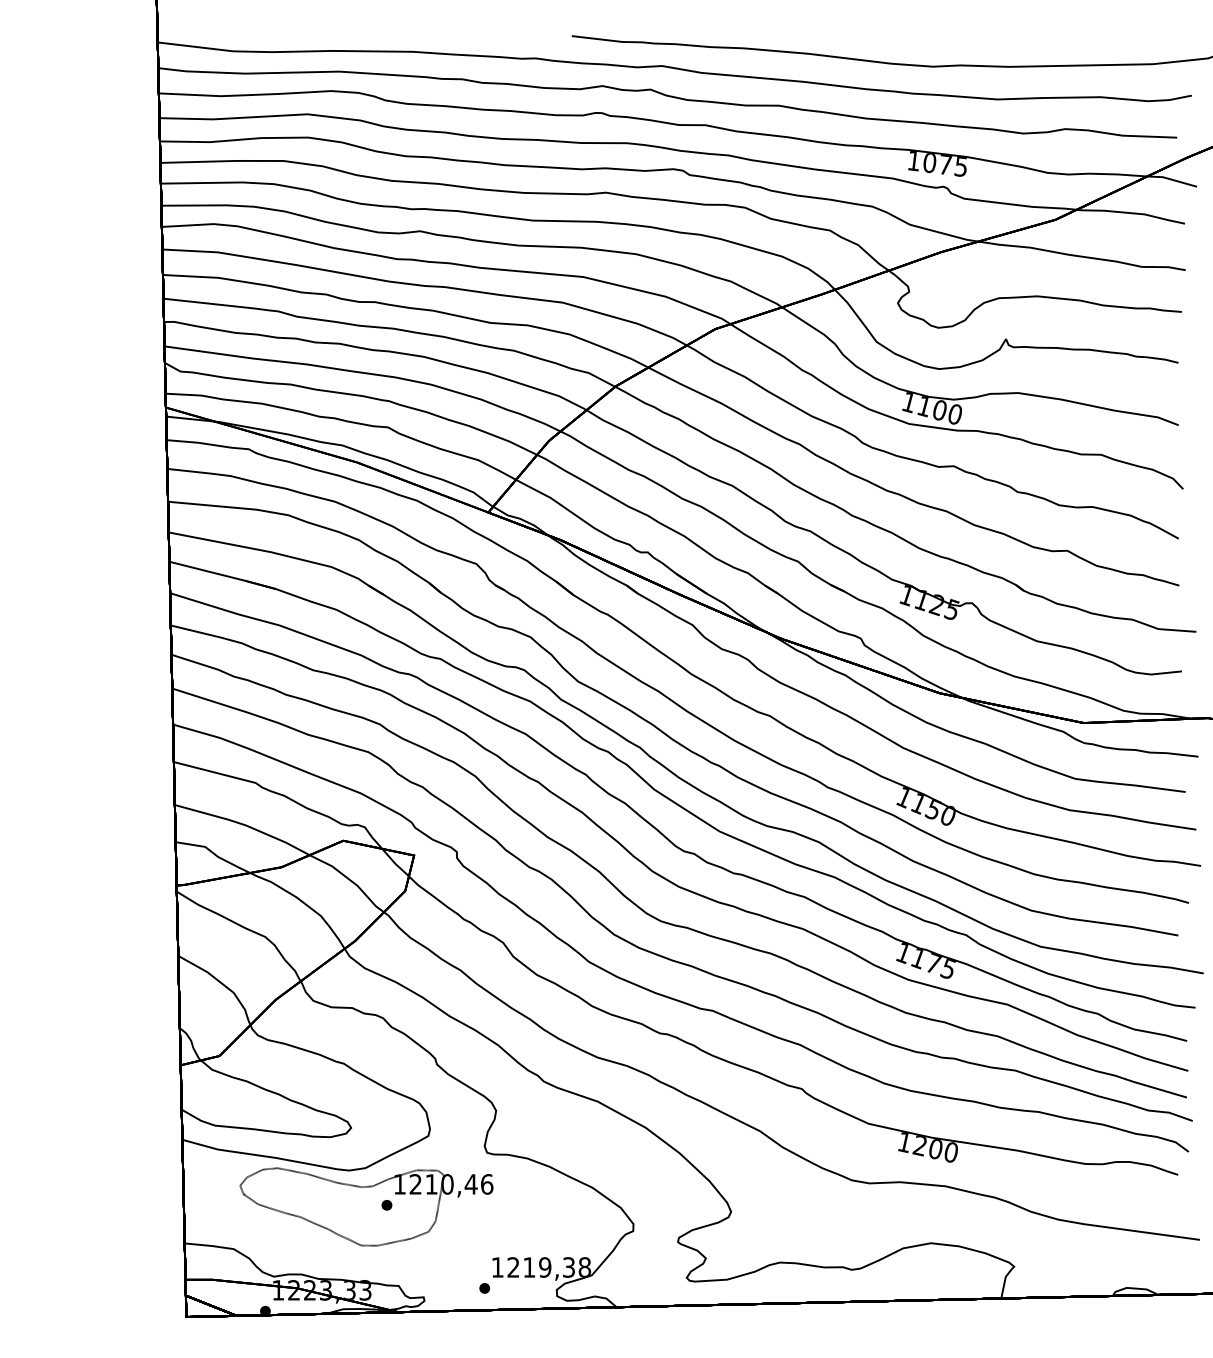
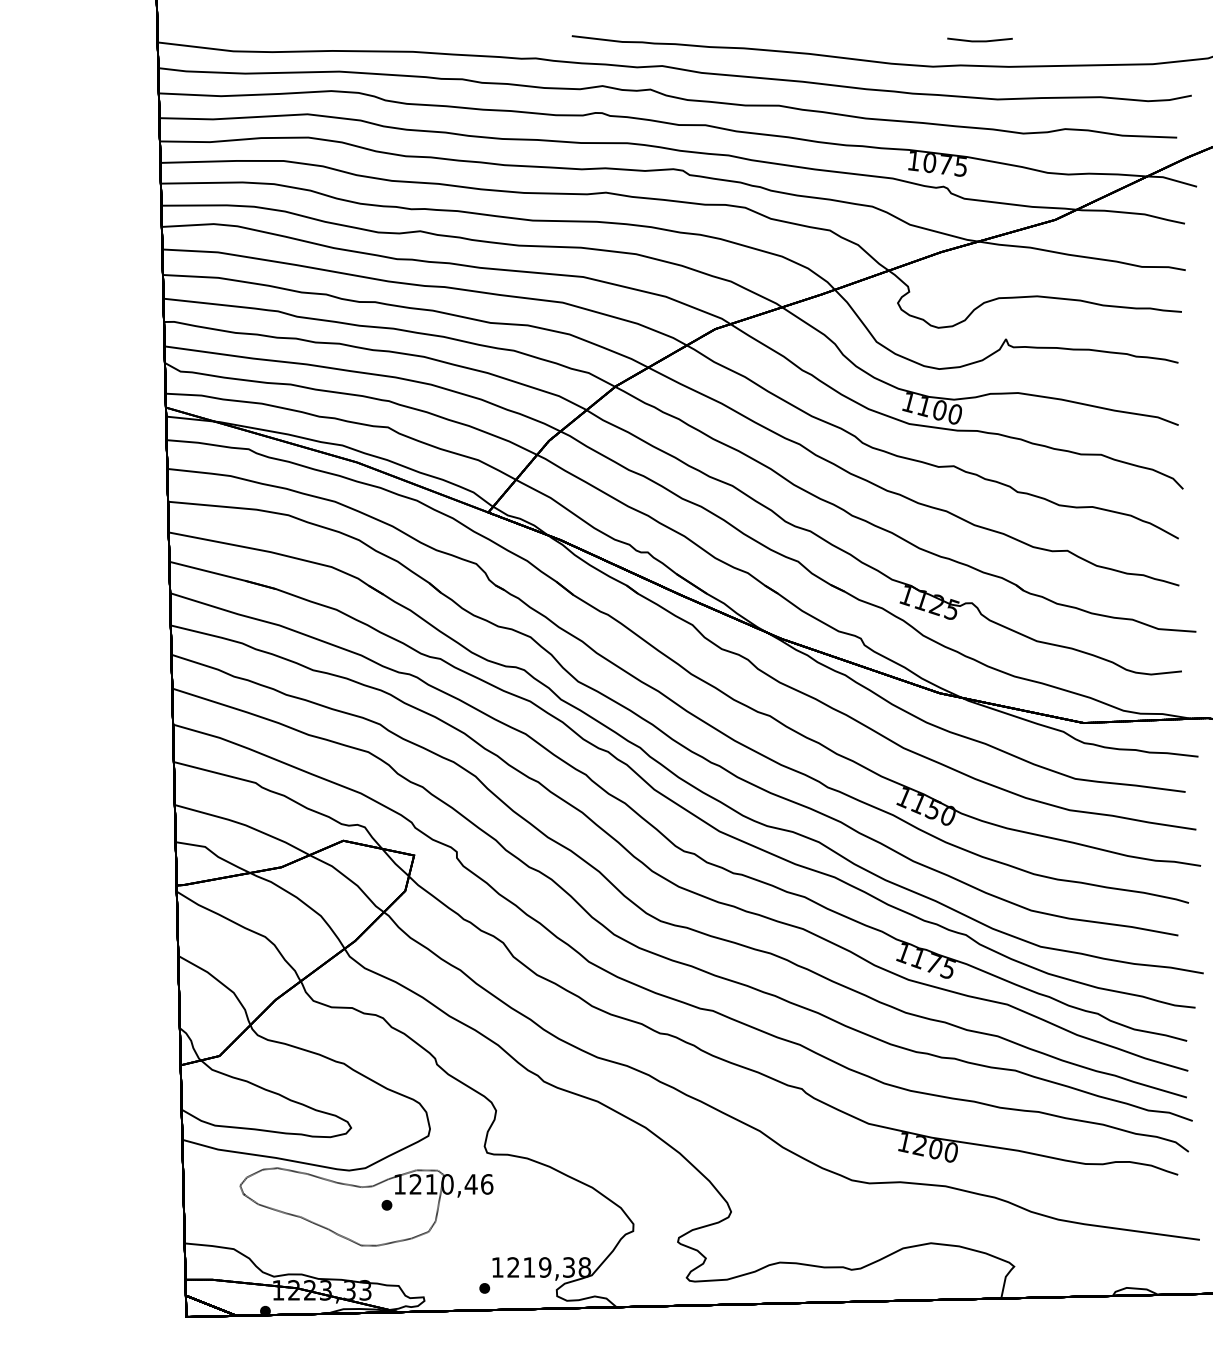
part at (979, 39): none -> present
